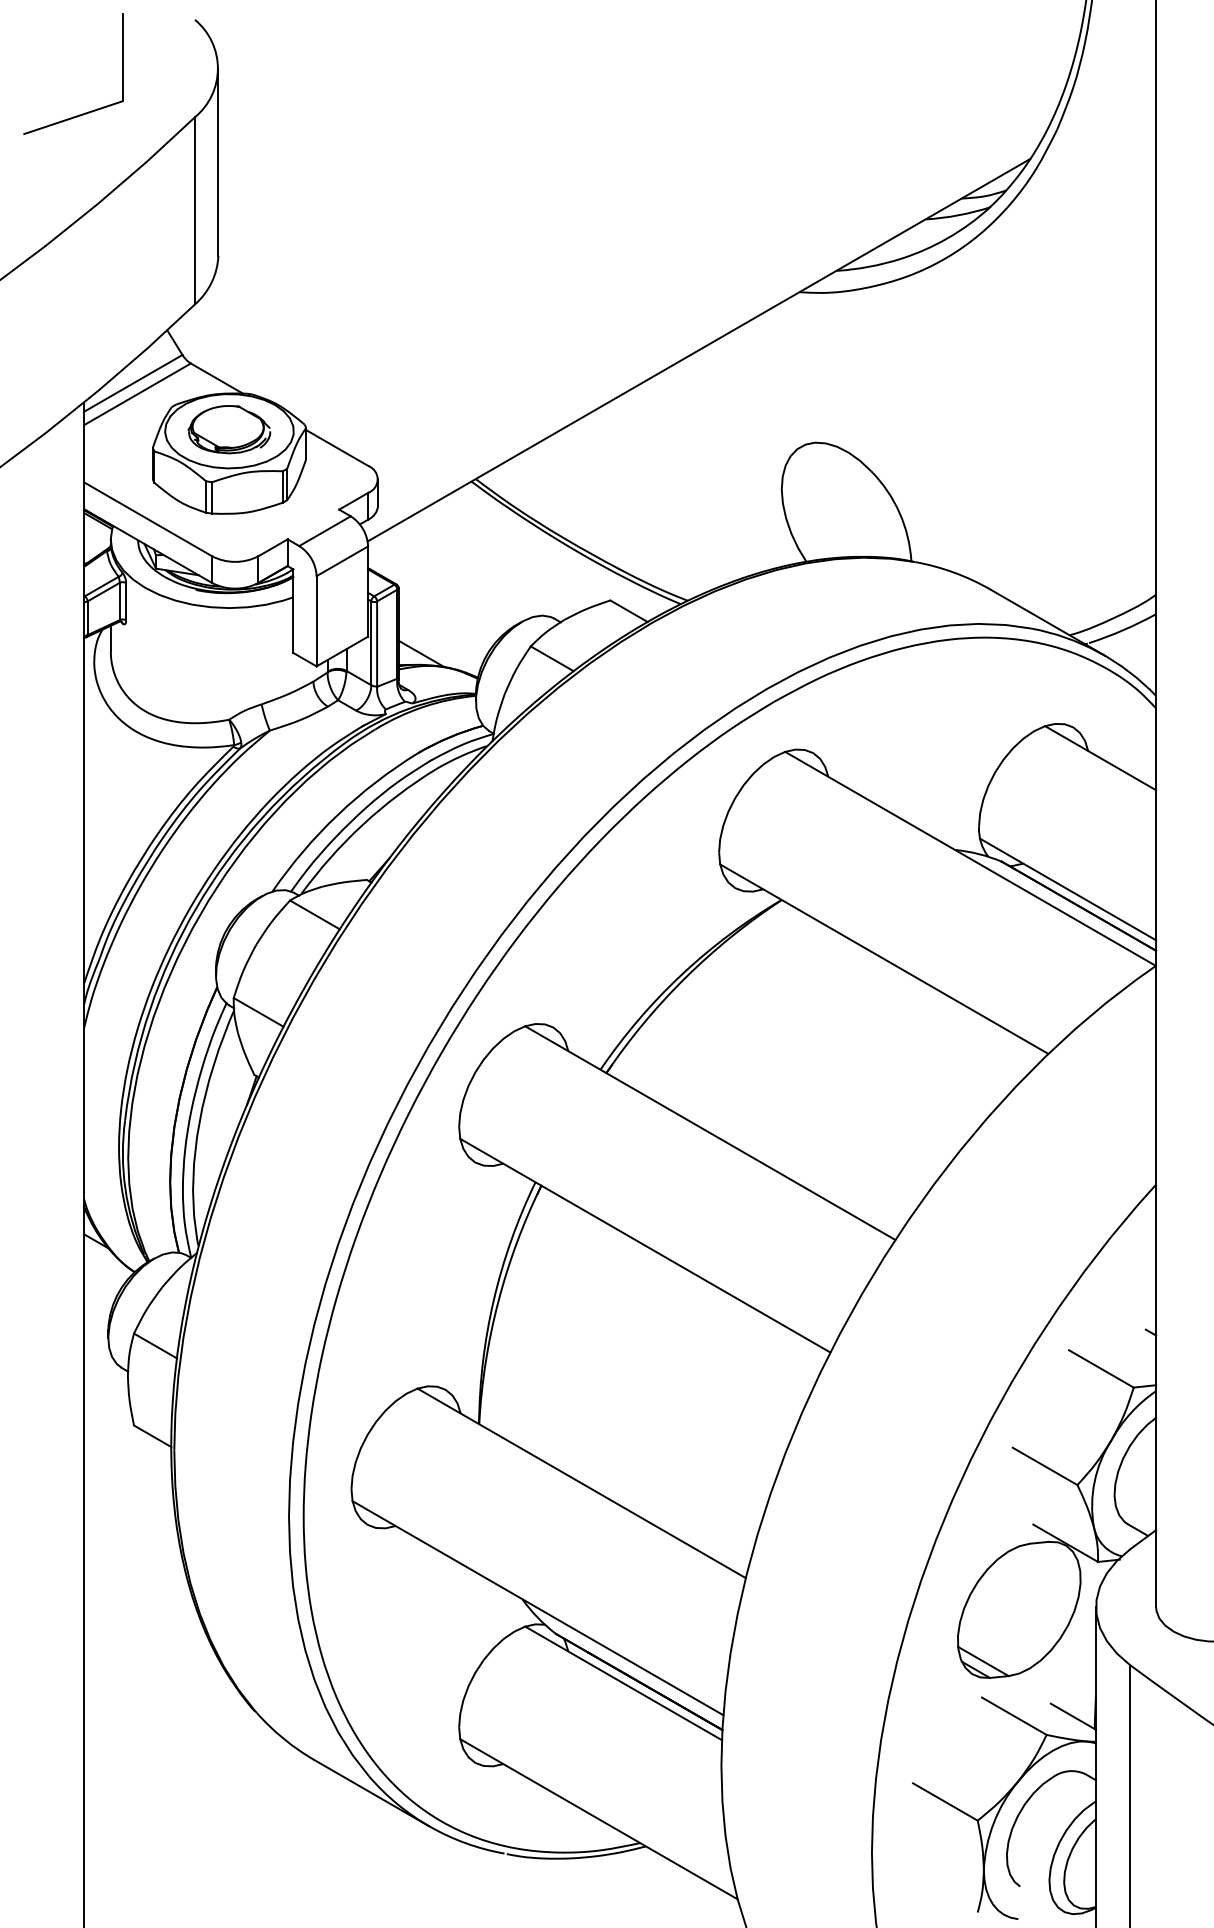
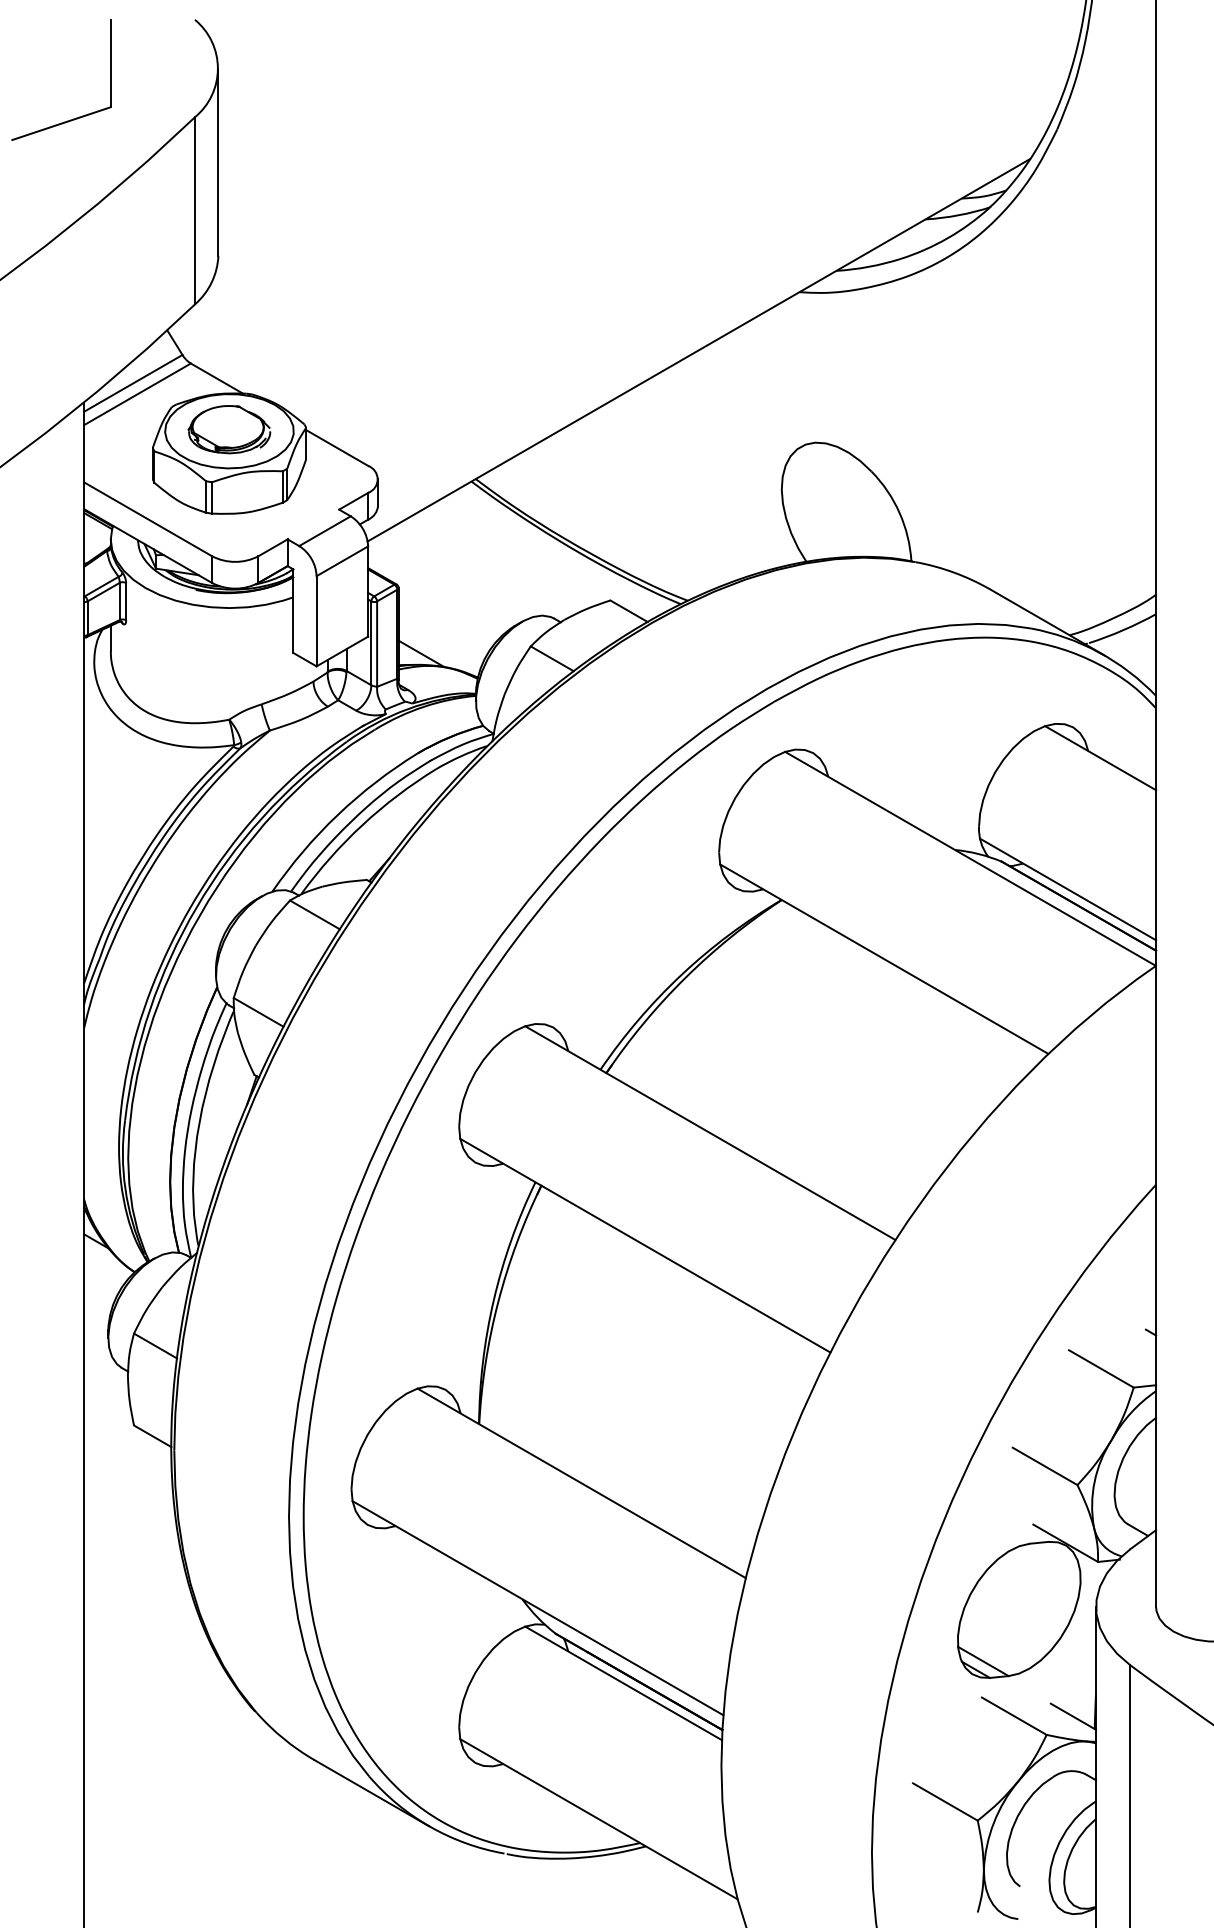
part at (85, 112) position: (85, 112) -> (73, 118)
